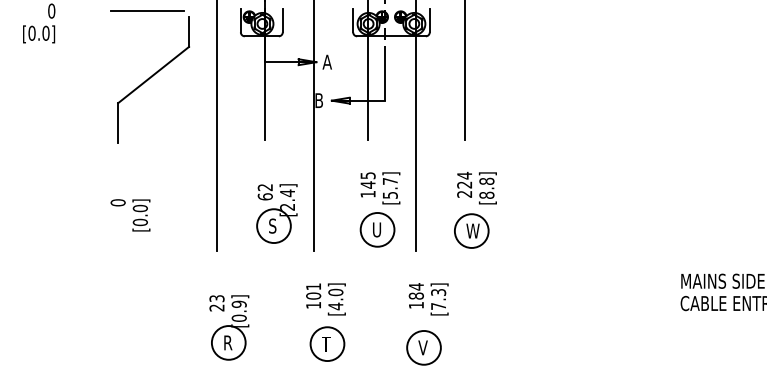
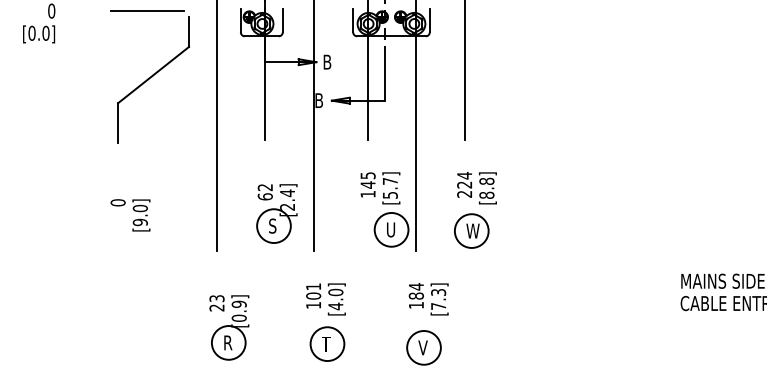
text at (326, 61): A -> B
text at (140, 222): [0.0] -> [9.0]
part at (377, 229) position: (377, 229) -> (391, 229)
